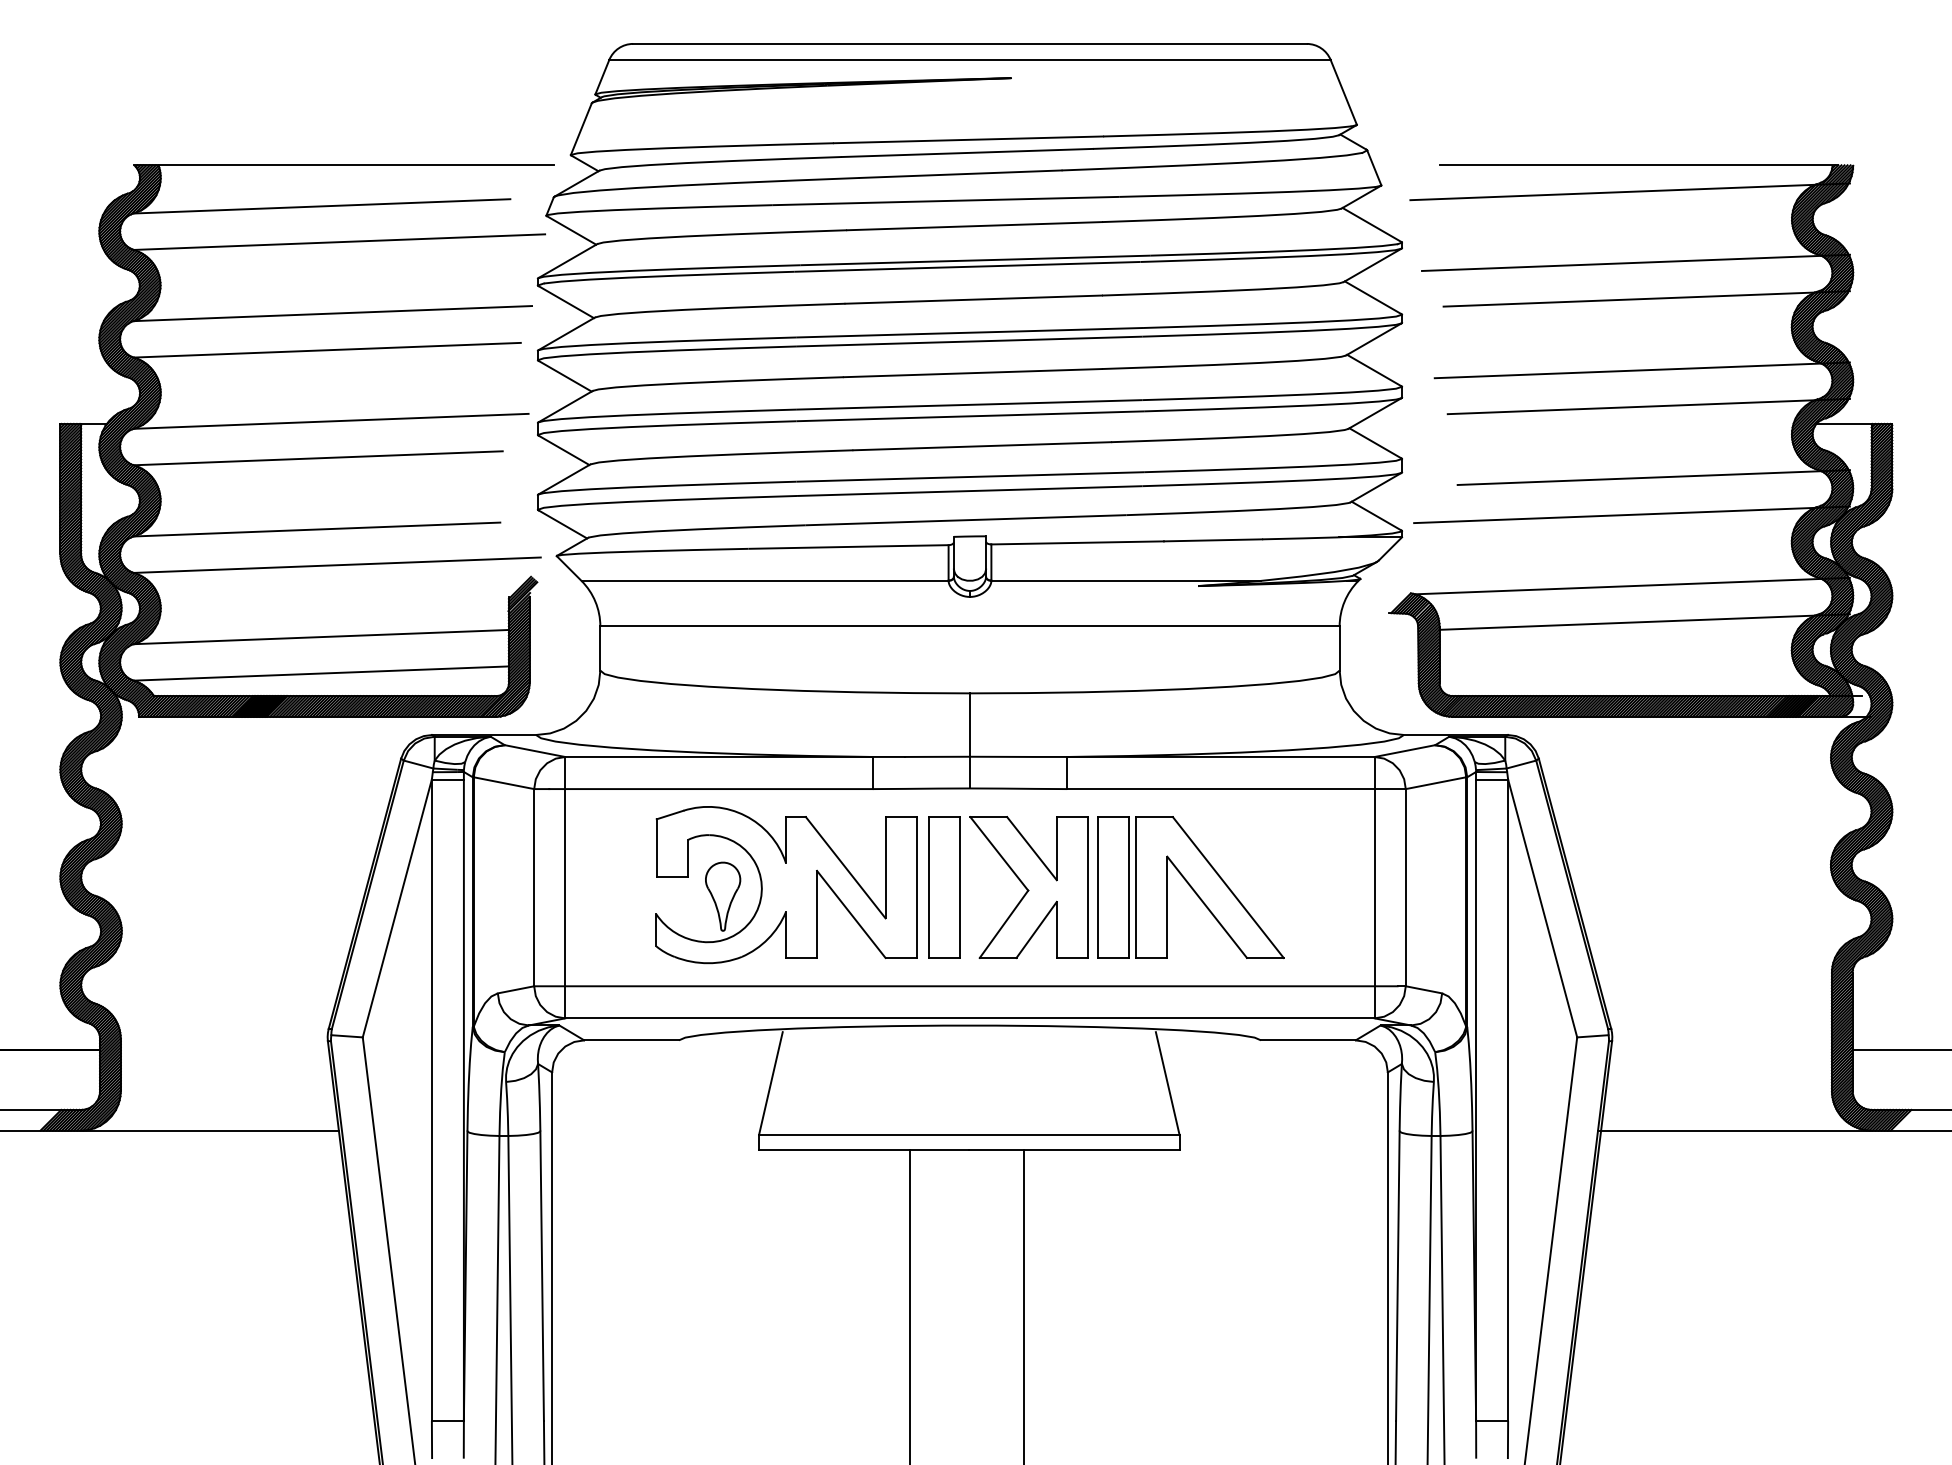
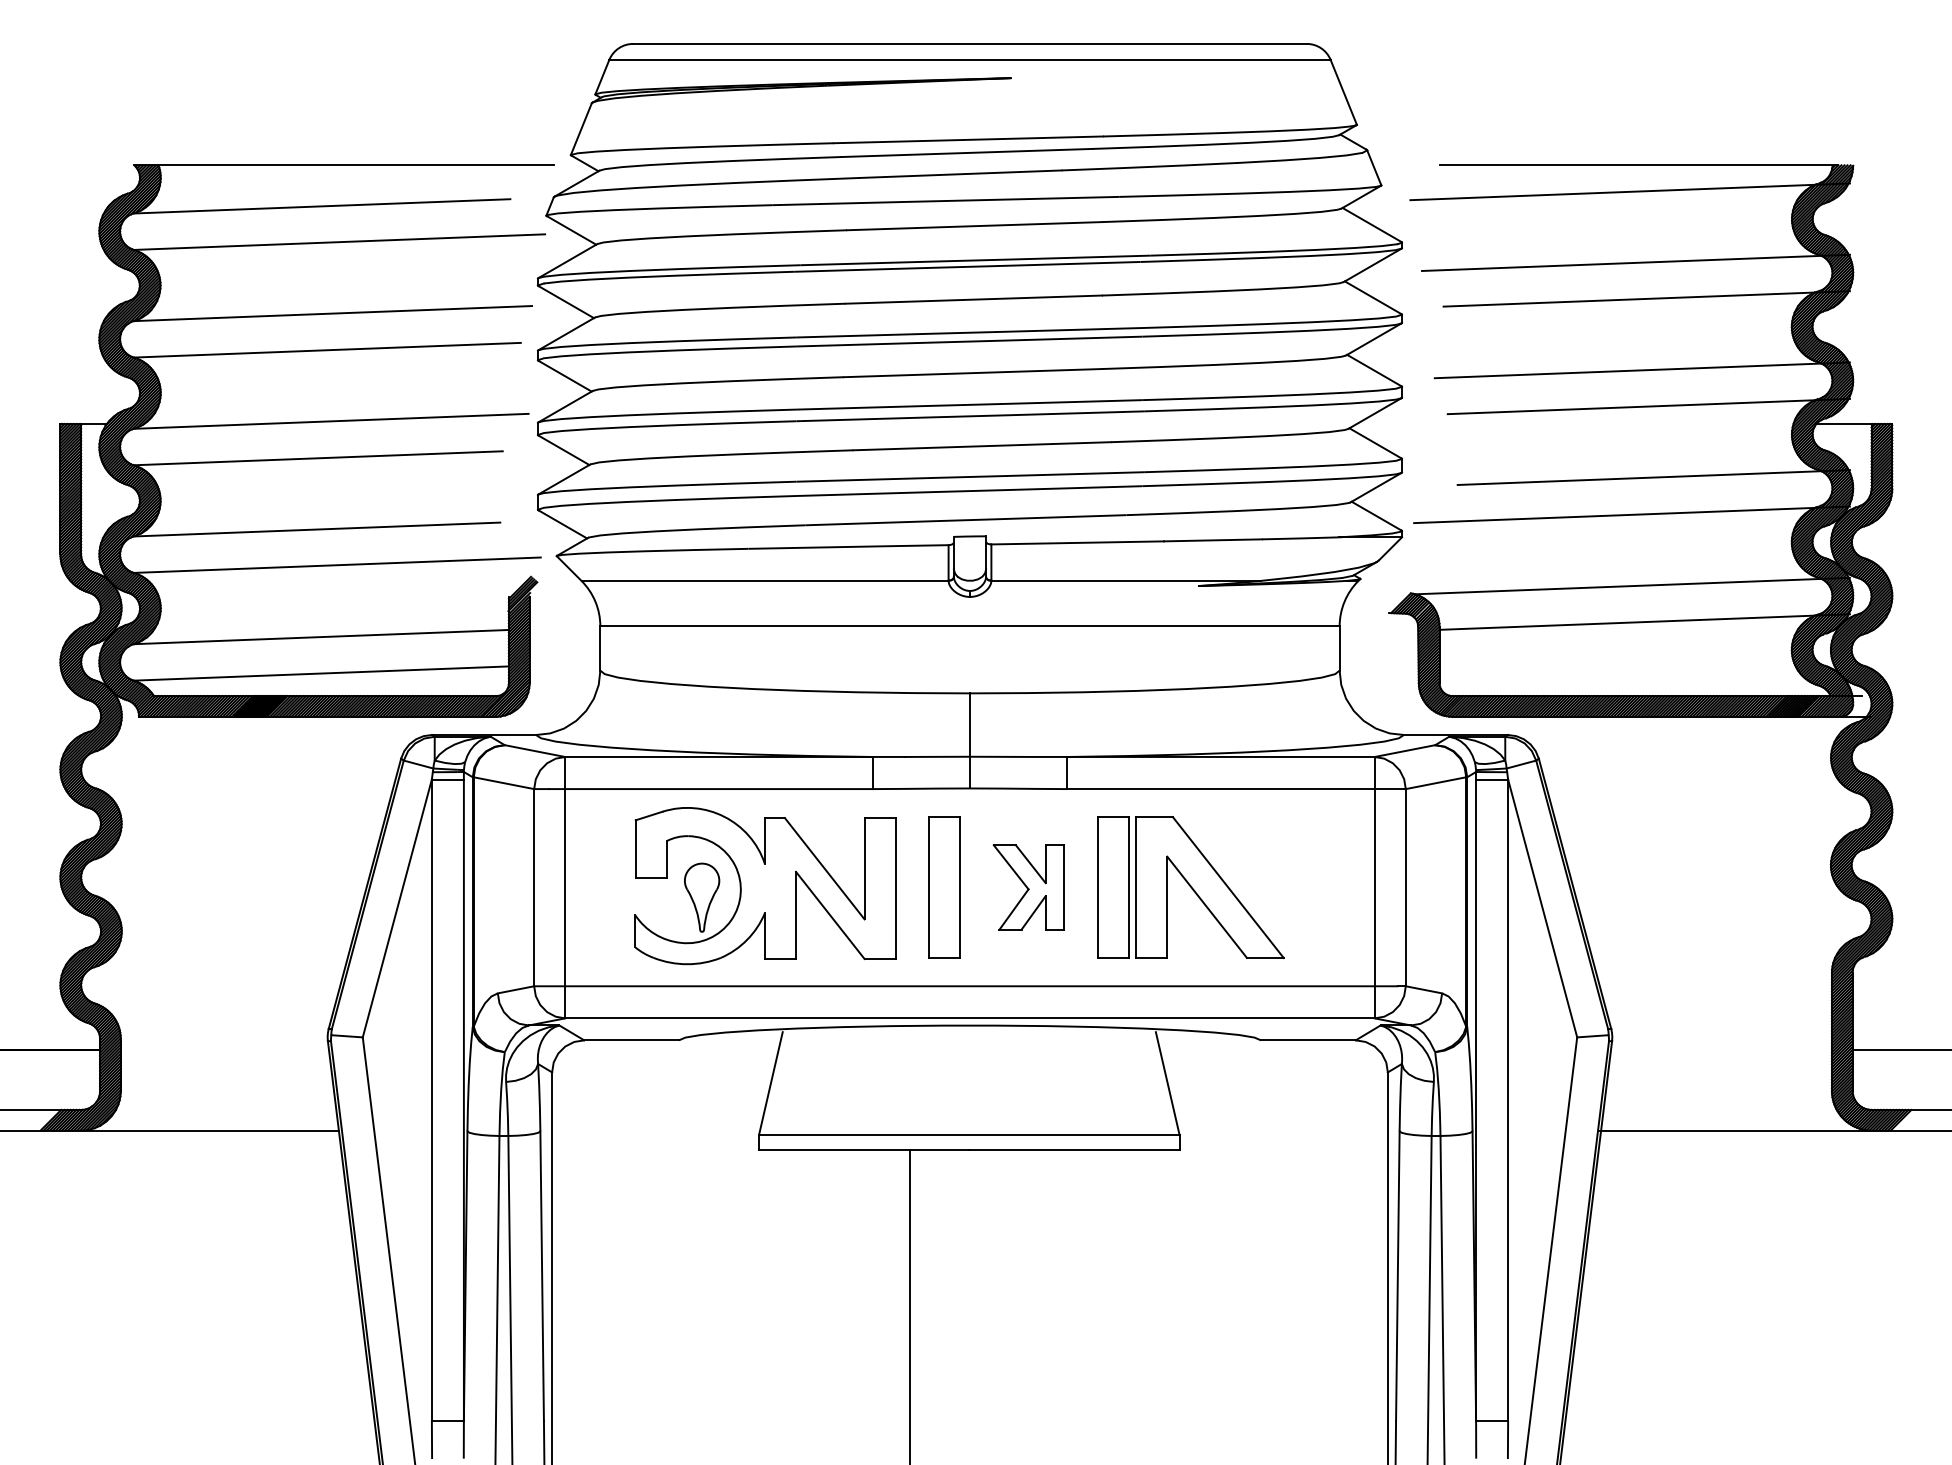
part at (786, 885) position: (786, 885) -> (765, 886)
part at (1028, 887) size: 120x143 px -> 73x87 px
line at (1023, 1305): present -> none
